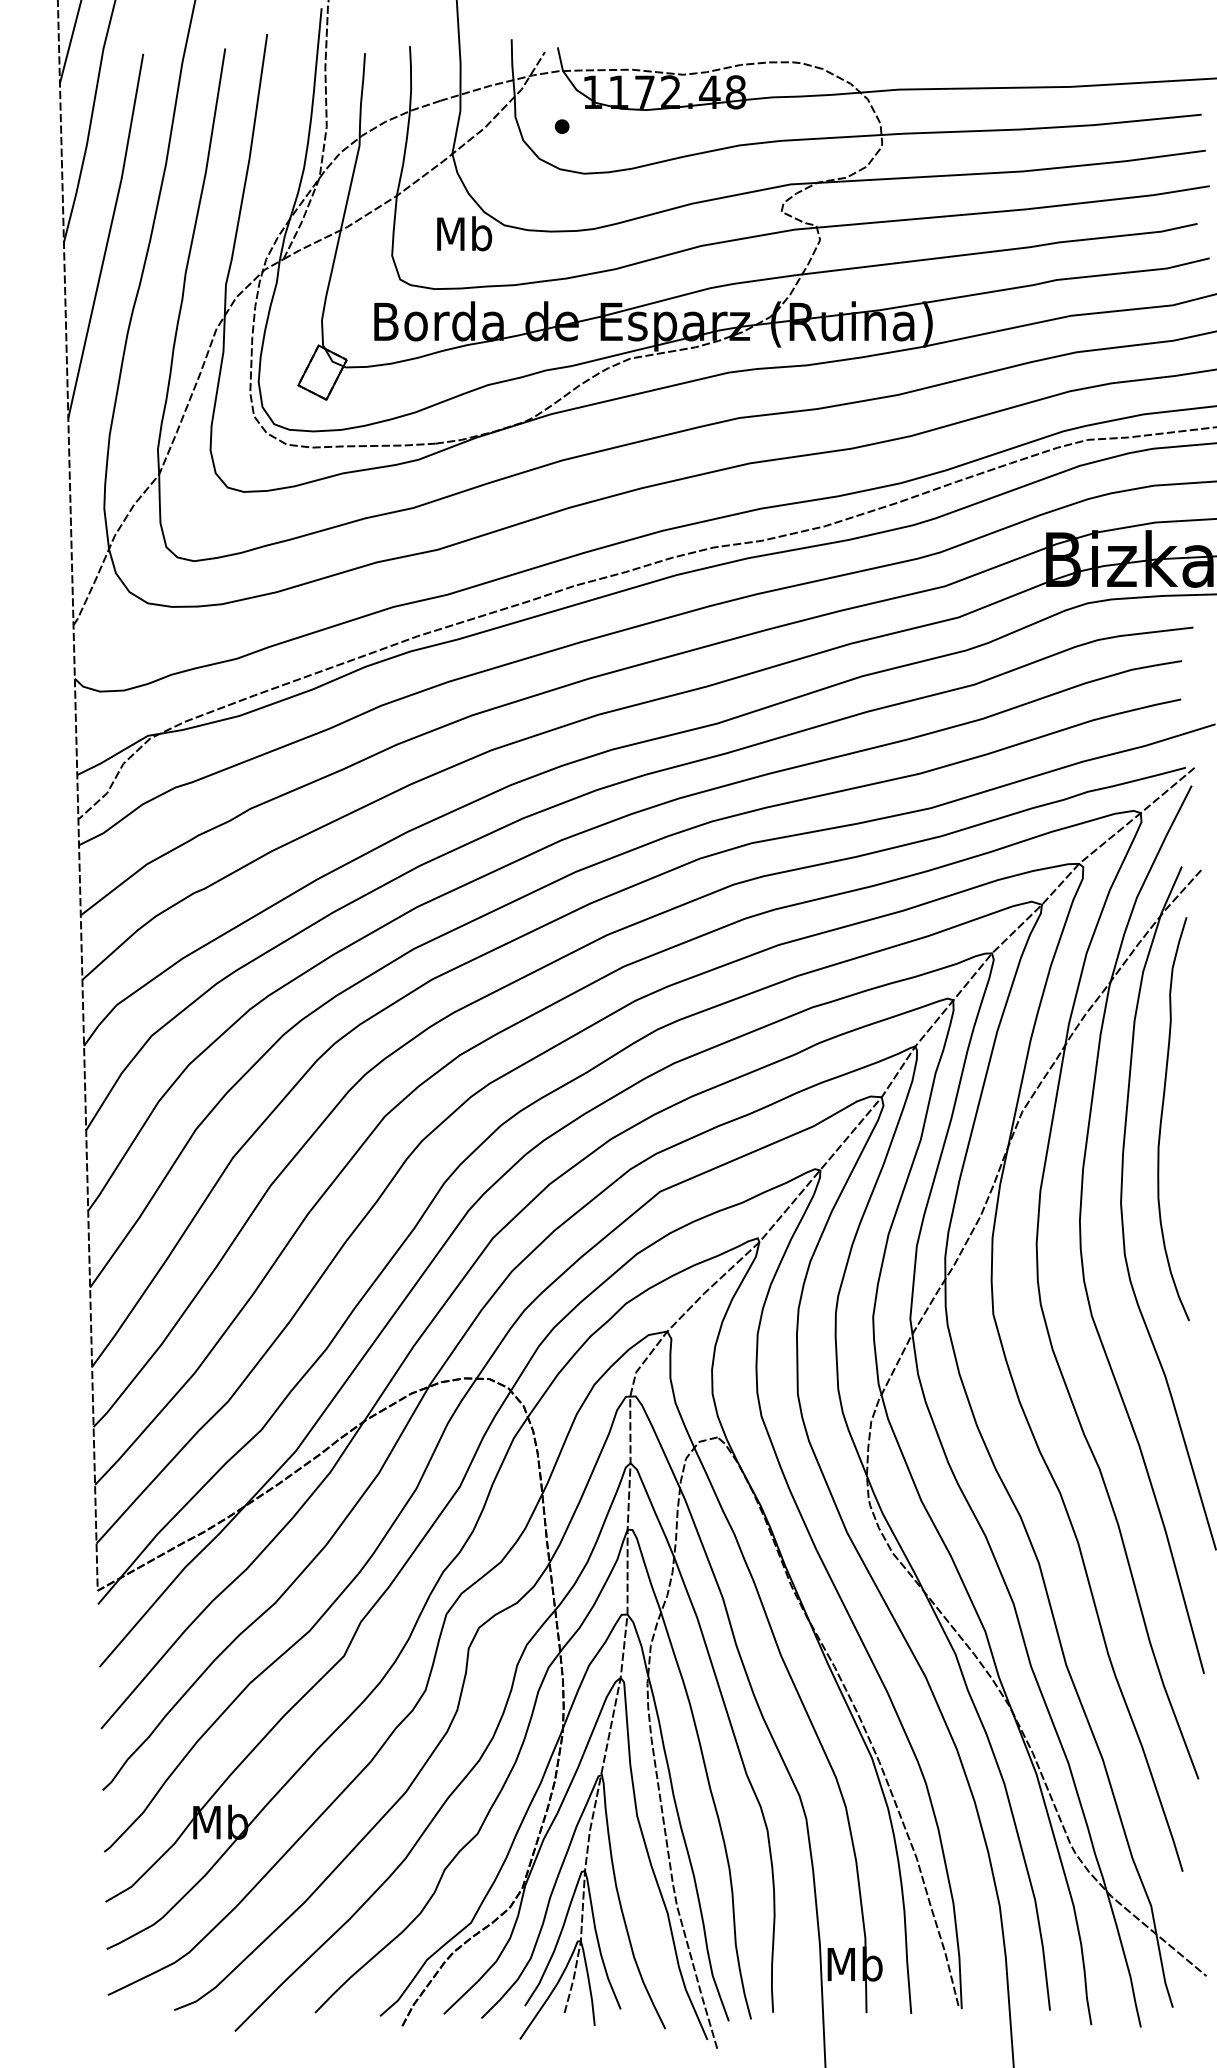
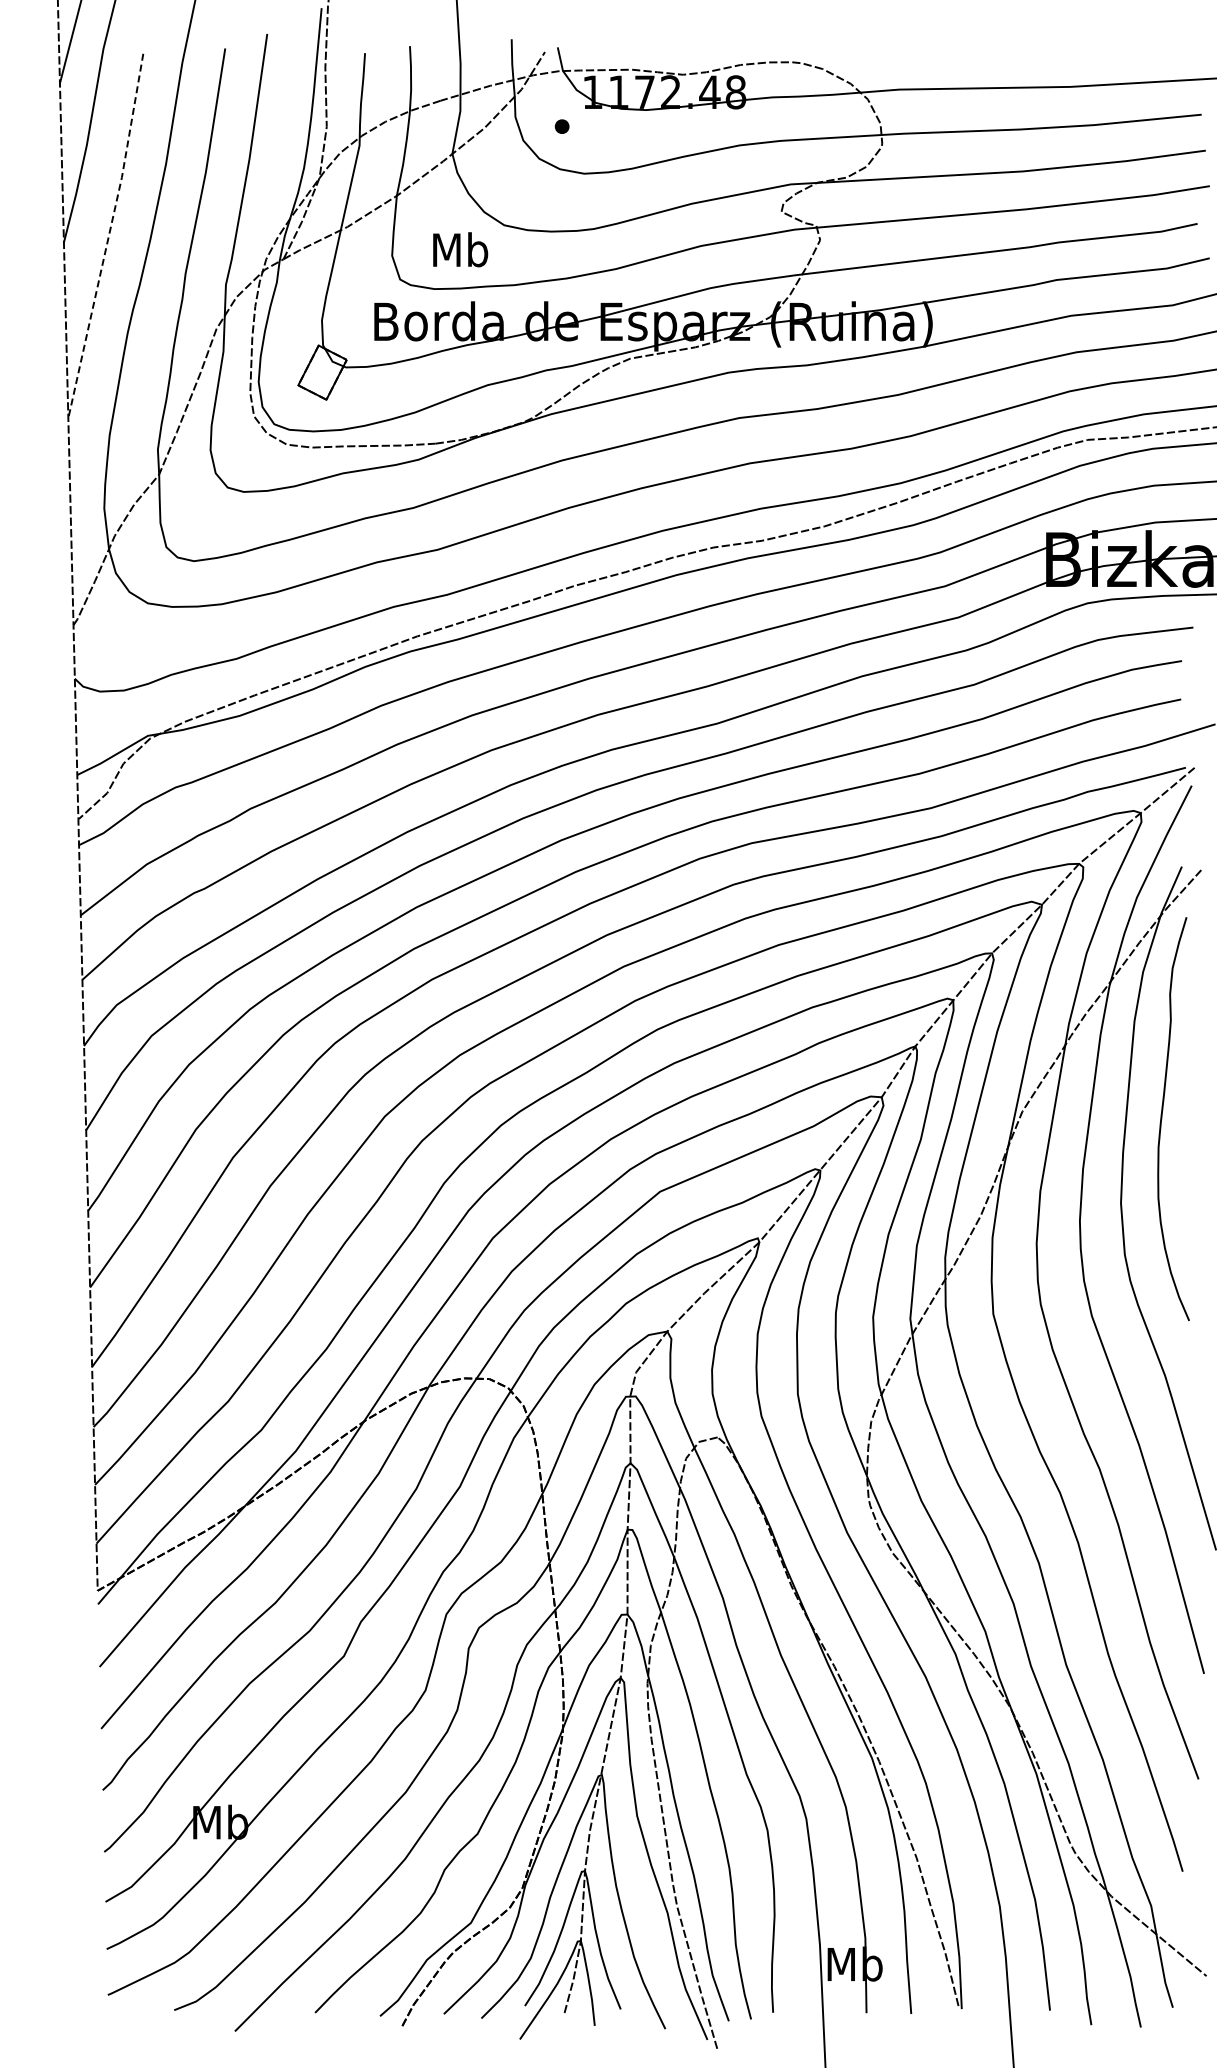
text at (464, 233) position: (464, 233) -> (460, 249)
line at (108, 236): solid -> dashed
